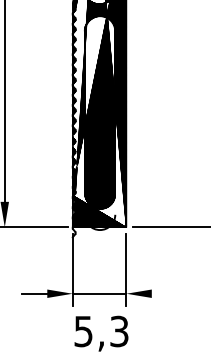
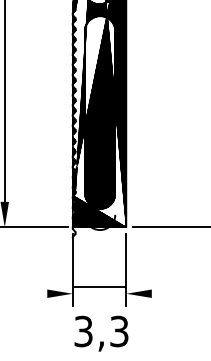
line at (34, 293): present -> none
line at (99, 293) position: (99, 293) -> (99, 286)
text at (83, 330): 5,3 -> 3,3
